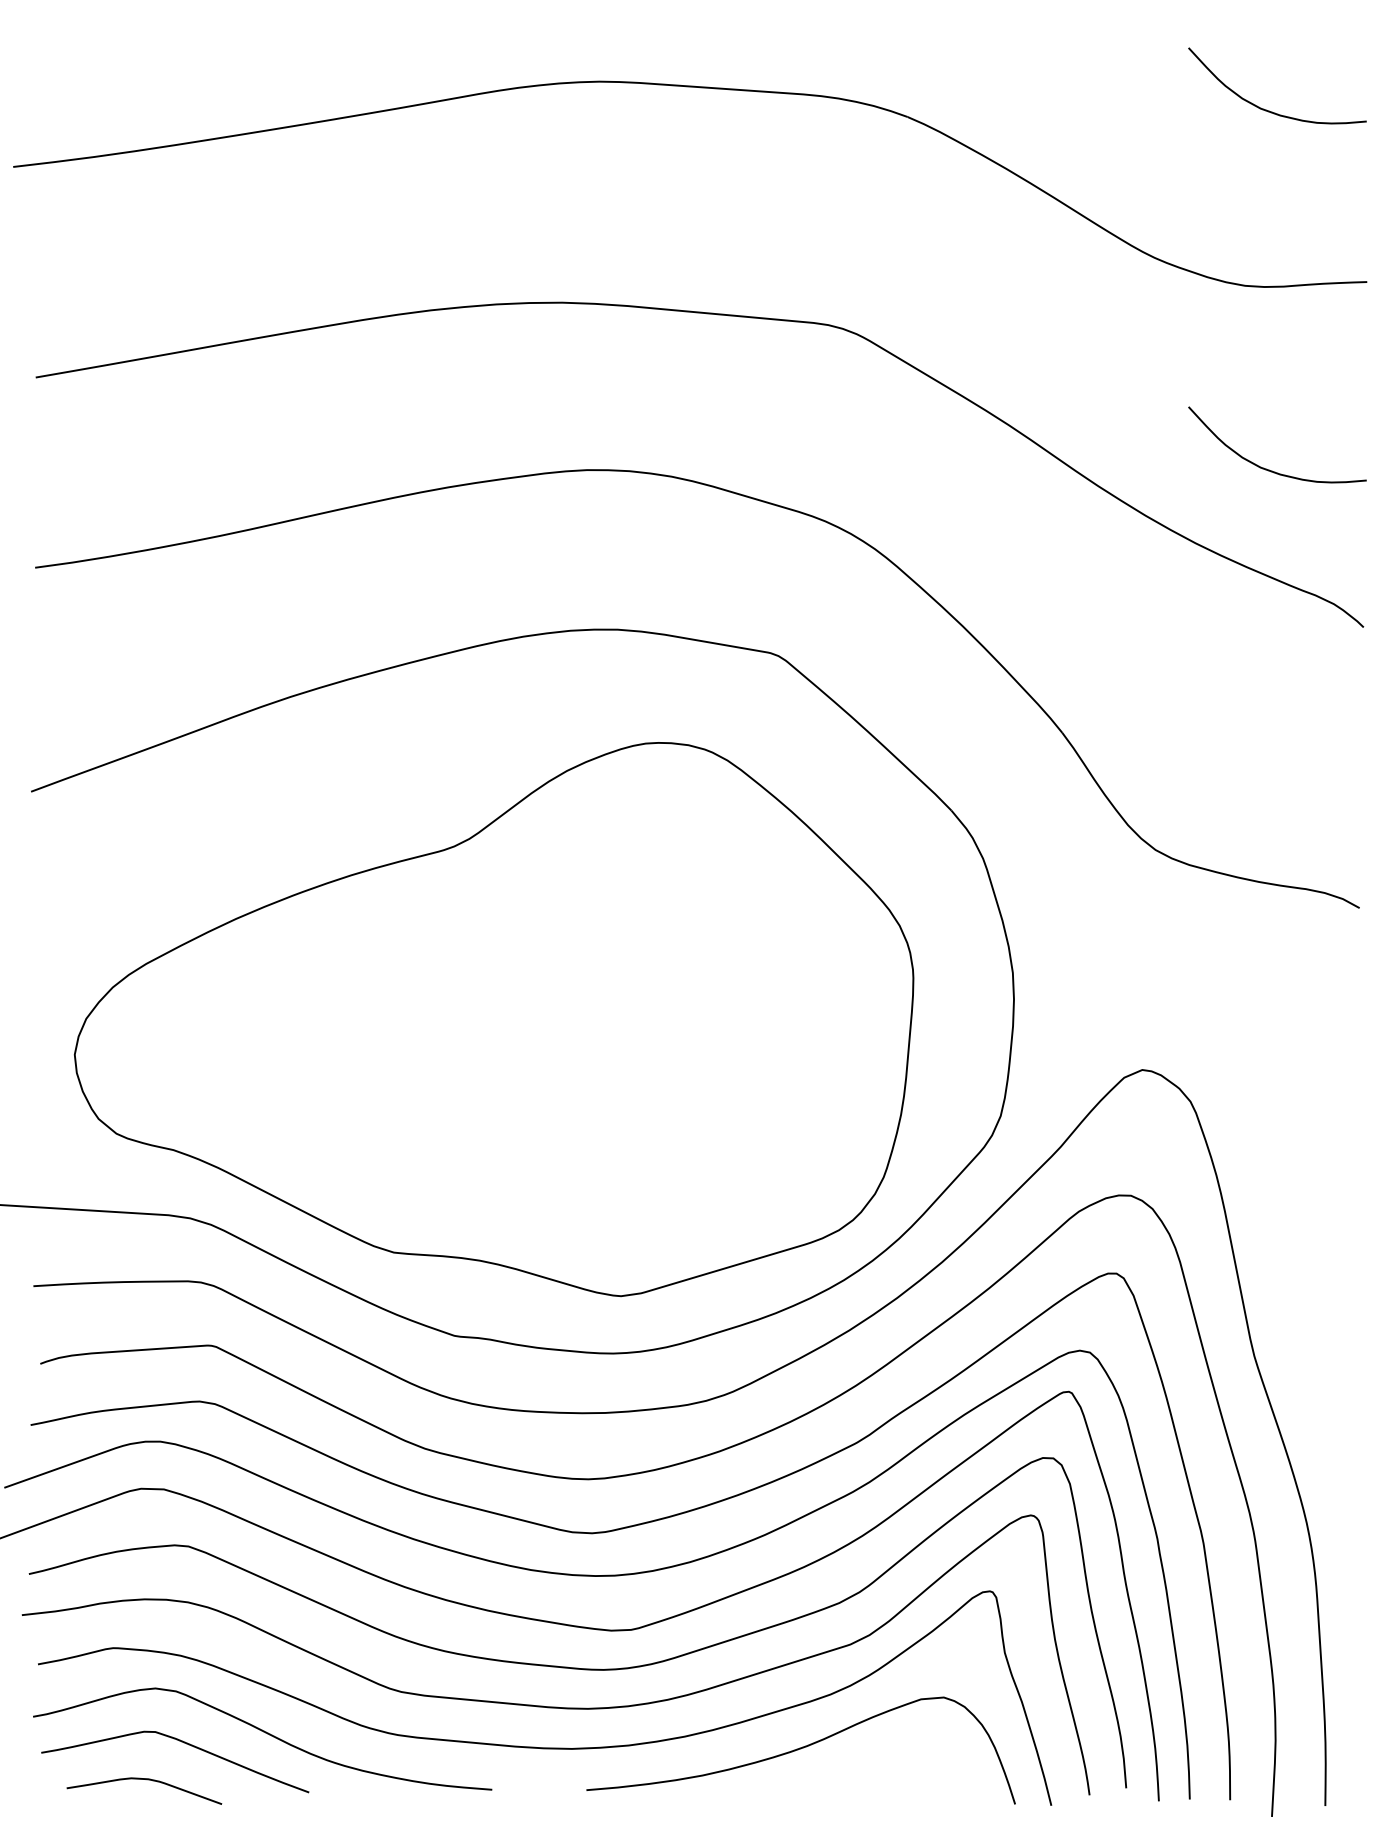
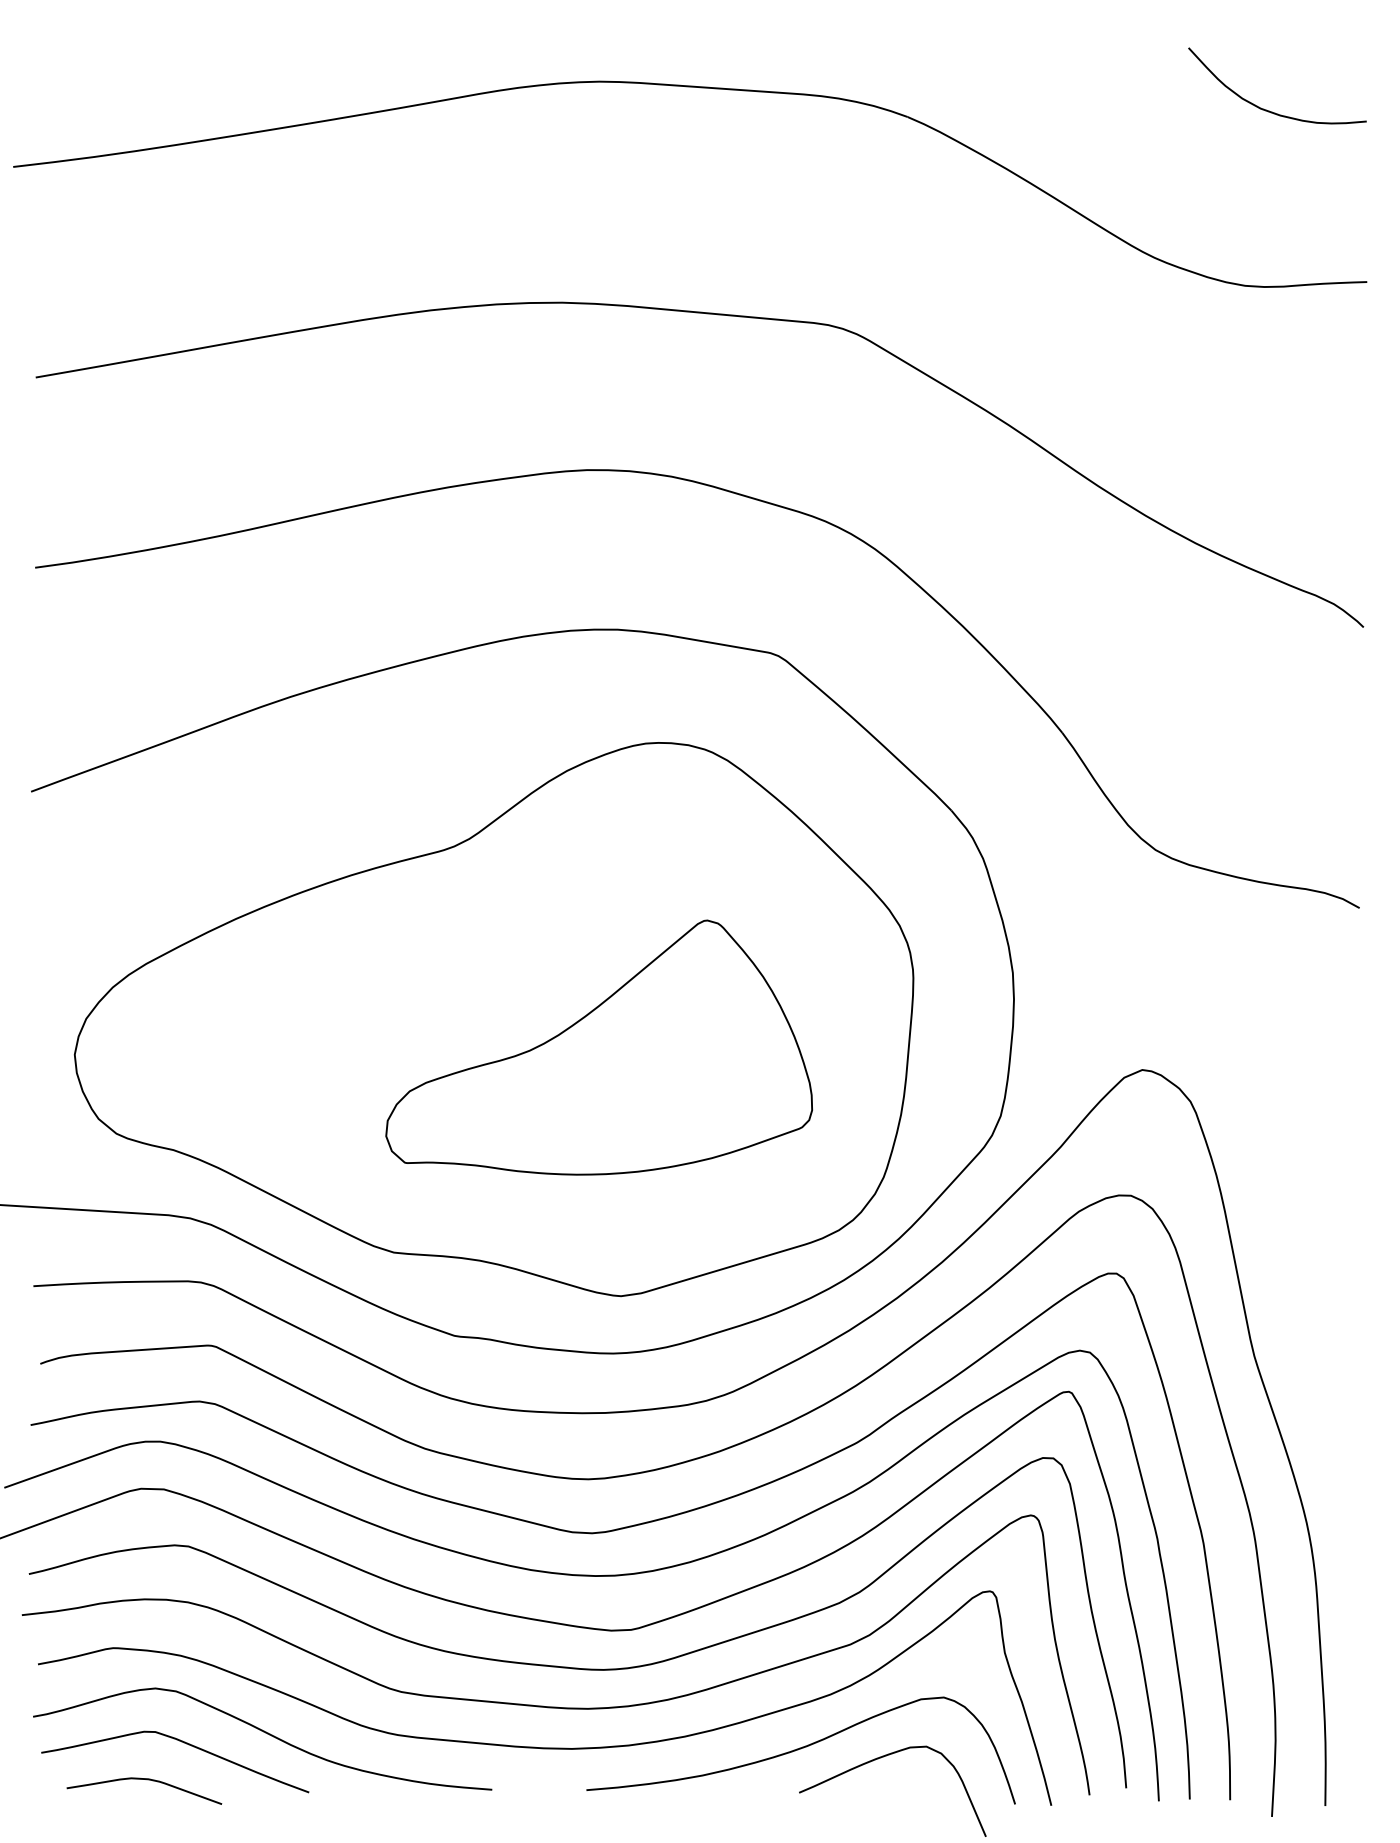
curve at (1269, 469): present -> none
part at (598, 1047): none -> present
curve at (881, 1758): none -> present
